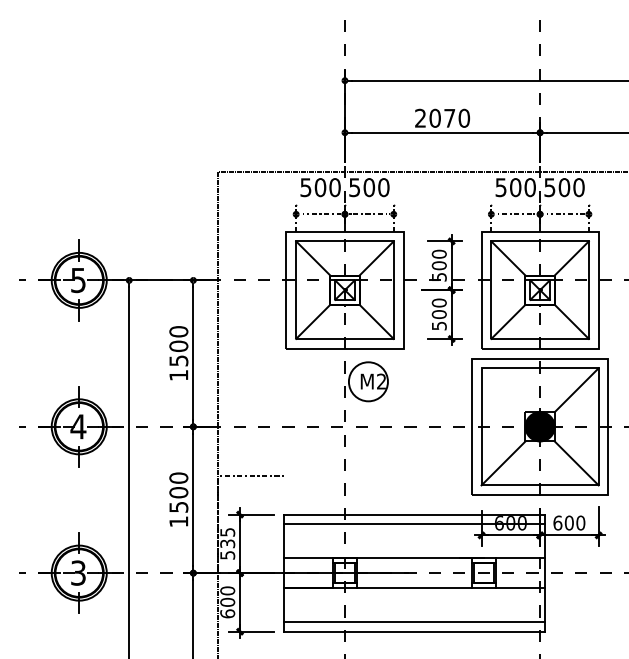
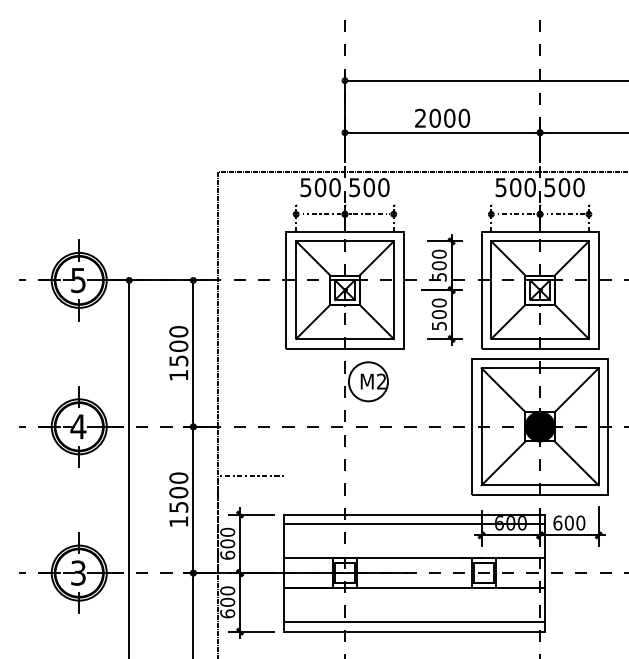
text at (449, 117): 2070 -> 2000
line at (503, 390): none -> present
text at (227, 543): 535 -> 600
